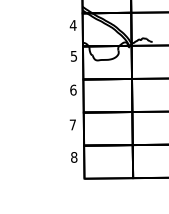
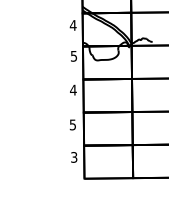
text at (73, 89): 6 -> 4
text at (72, 124): 7 -> 5
text at (74, 157): 8 -> 3
